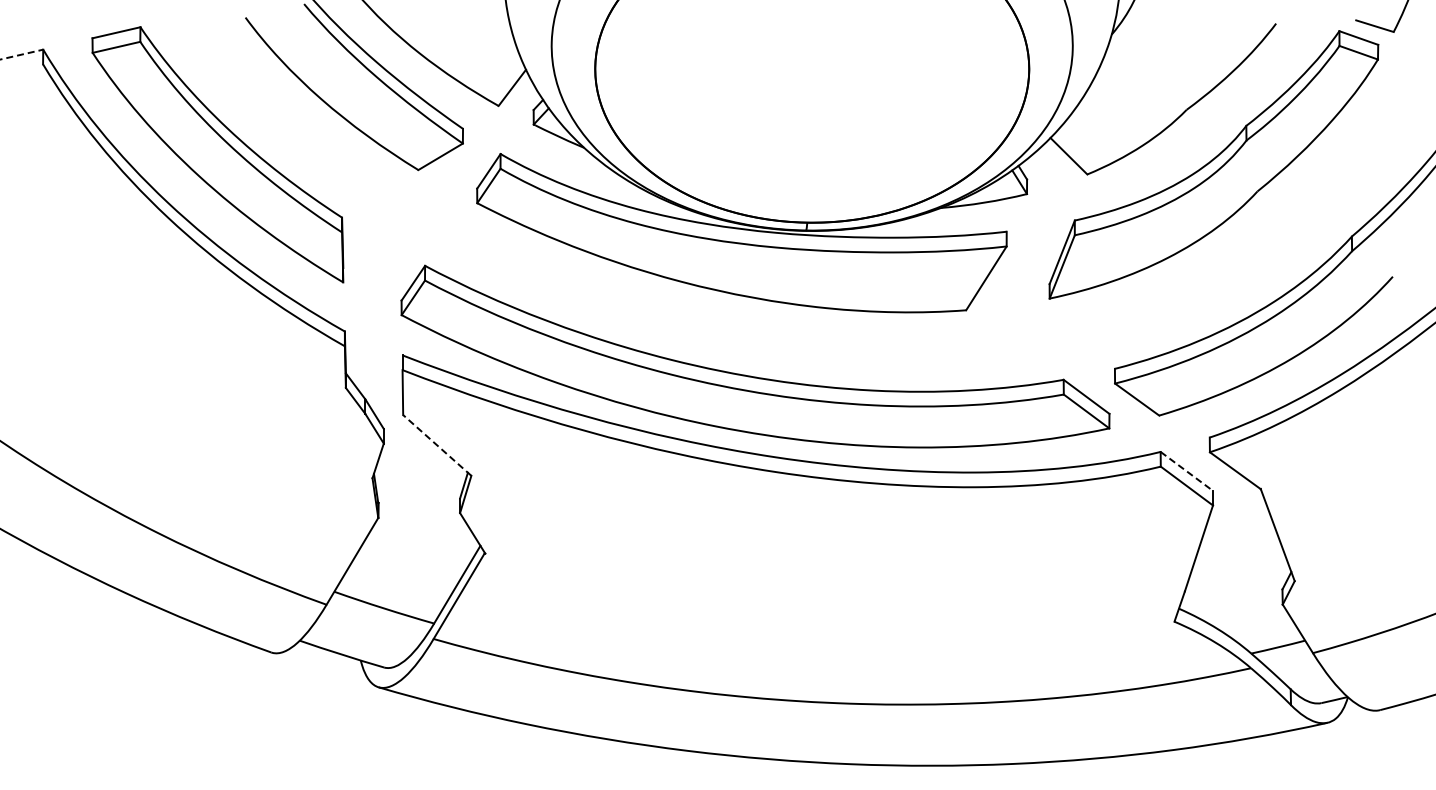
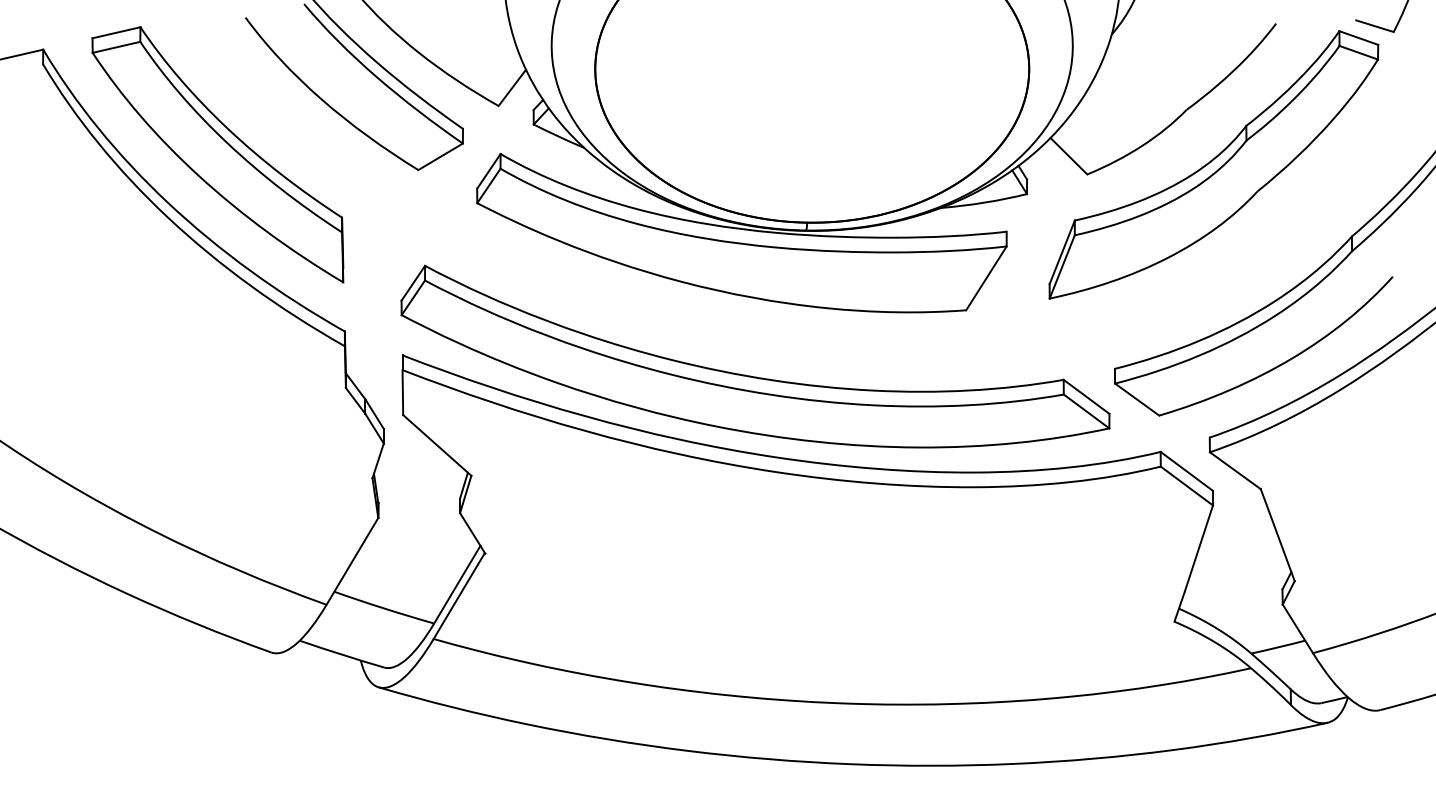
line at (21, 54): dashed -> solid
line at (437, 445): dashed -> solid
line at (1186, 471): dashed -> solid
